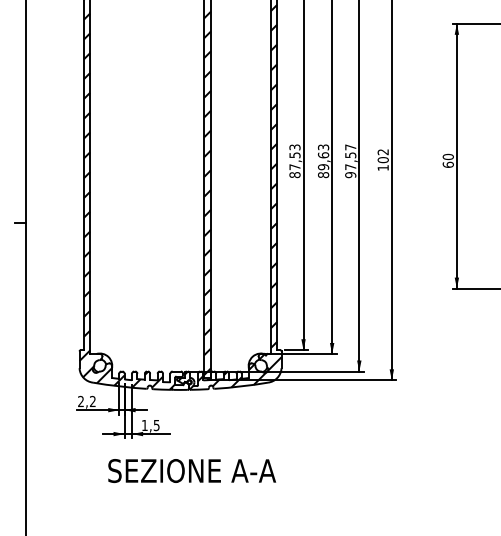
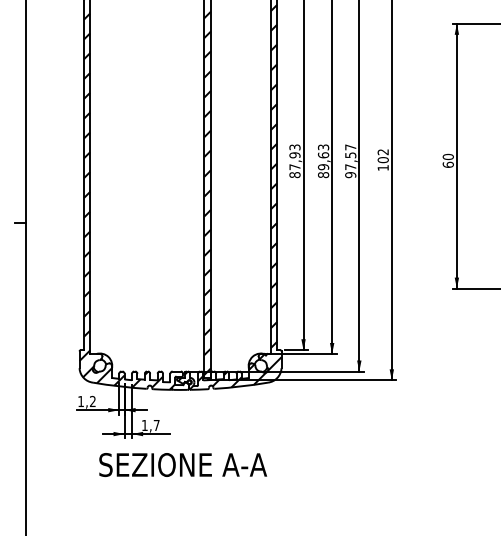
text at (294, 155): 87,53 -> 87,93
text at (80, 400): 2,2 -> 1,2
text at (156, 425): 1,5 -> 1,7
text at (192, 470) position: (192, 470) -> (183, 464)
